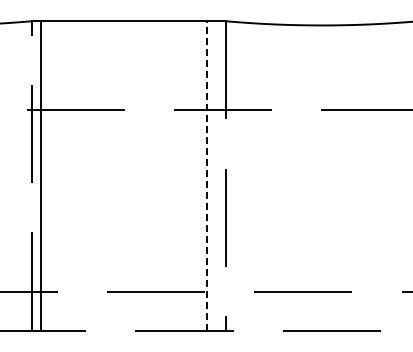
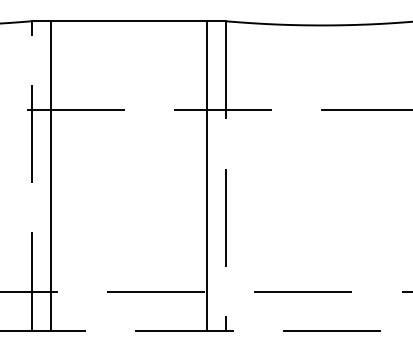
line at (41, 175) position: (41, 175) -> (51, 175)
line at (206, 175): dashed -> solid
